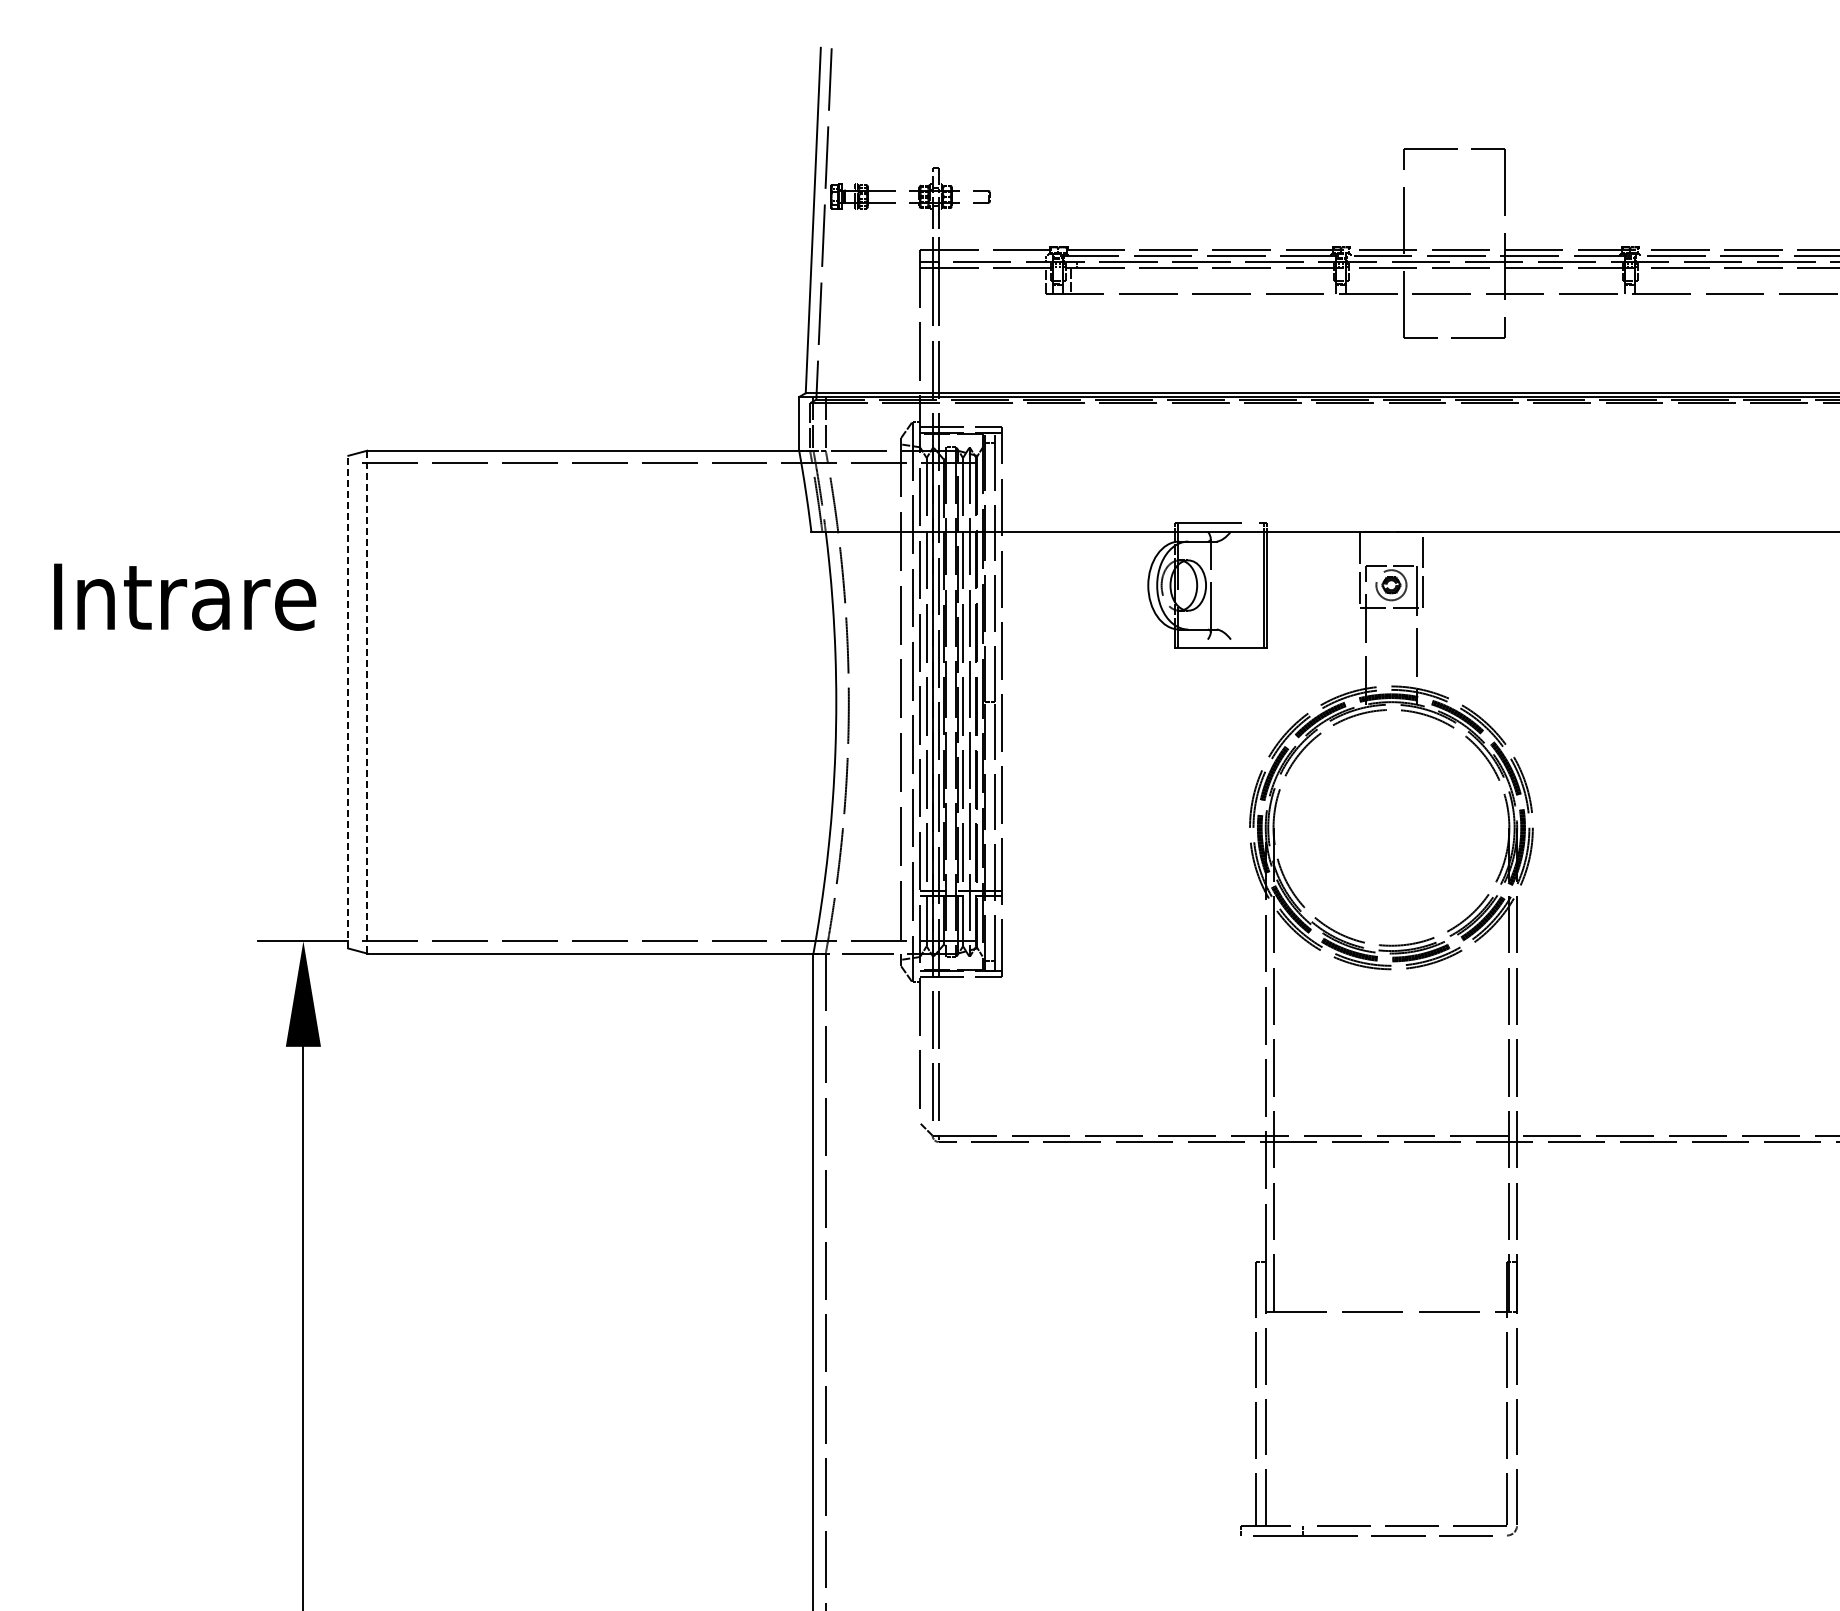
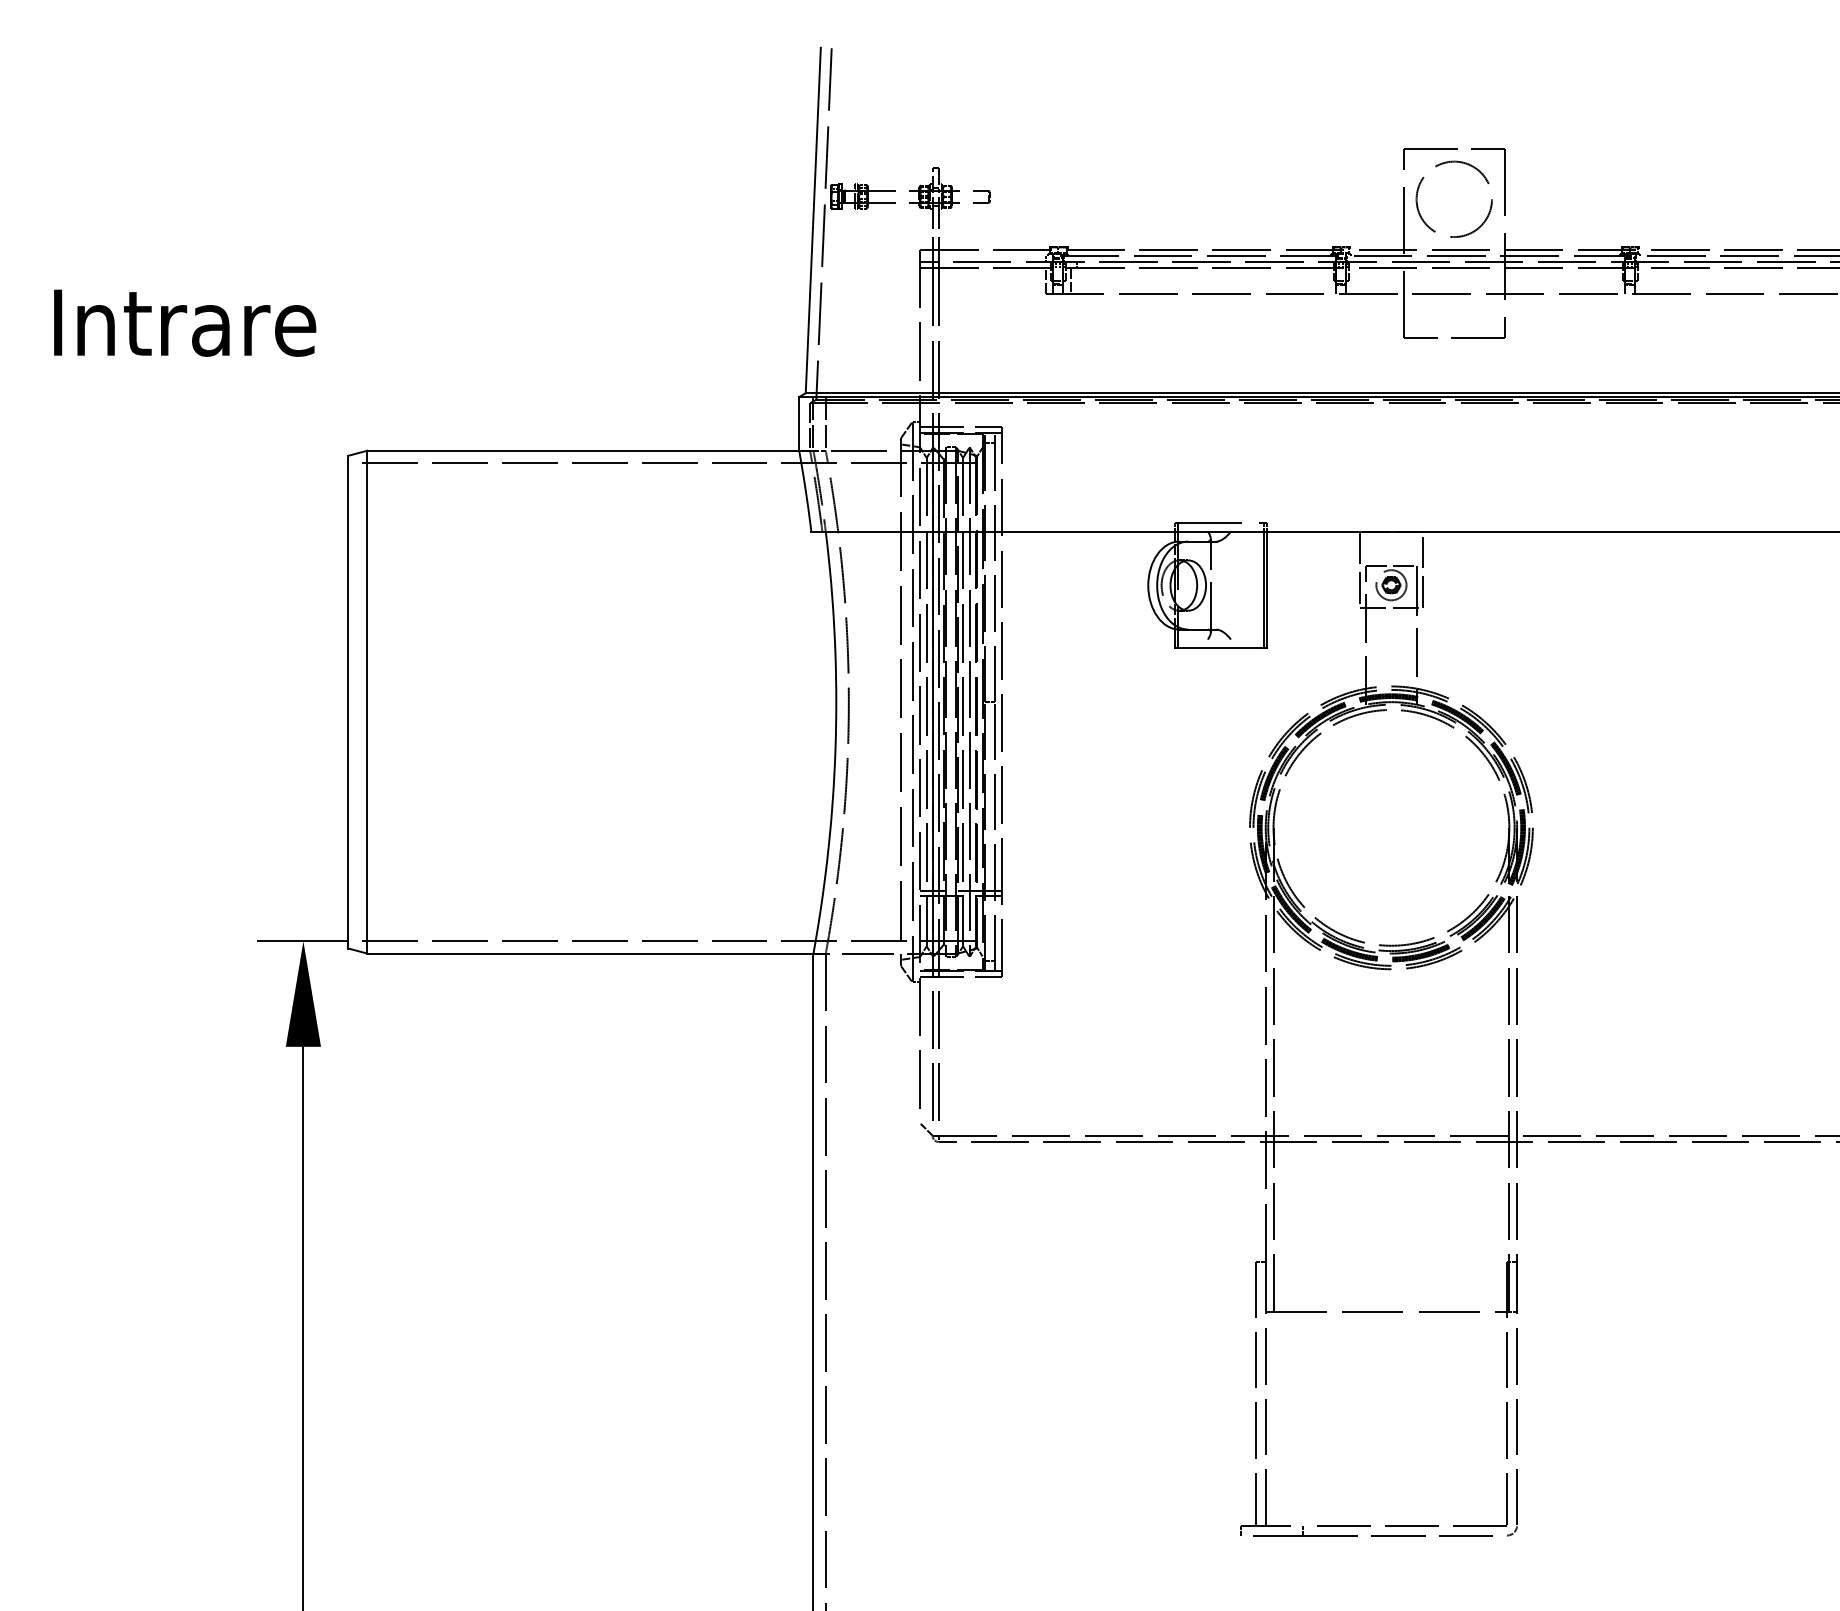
circle at (1453, 198): none -> present
text at (185, 596) position: (185, 596) -> (185, 322)
line at (348, 701): dashed -> solid
line at (367, 702): dashed -> solid
